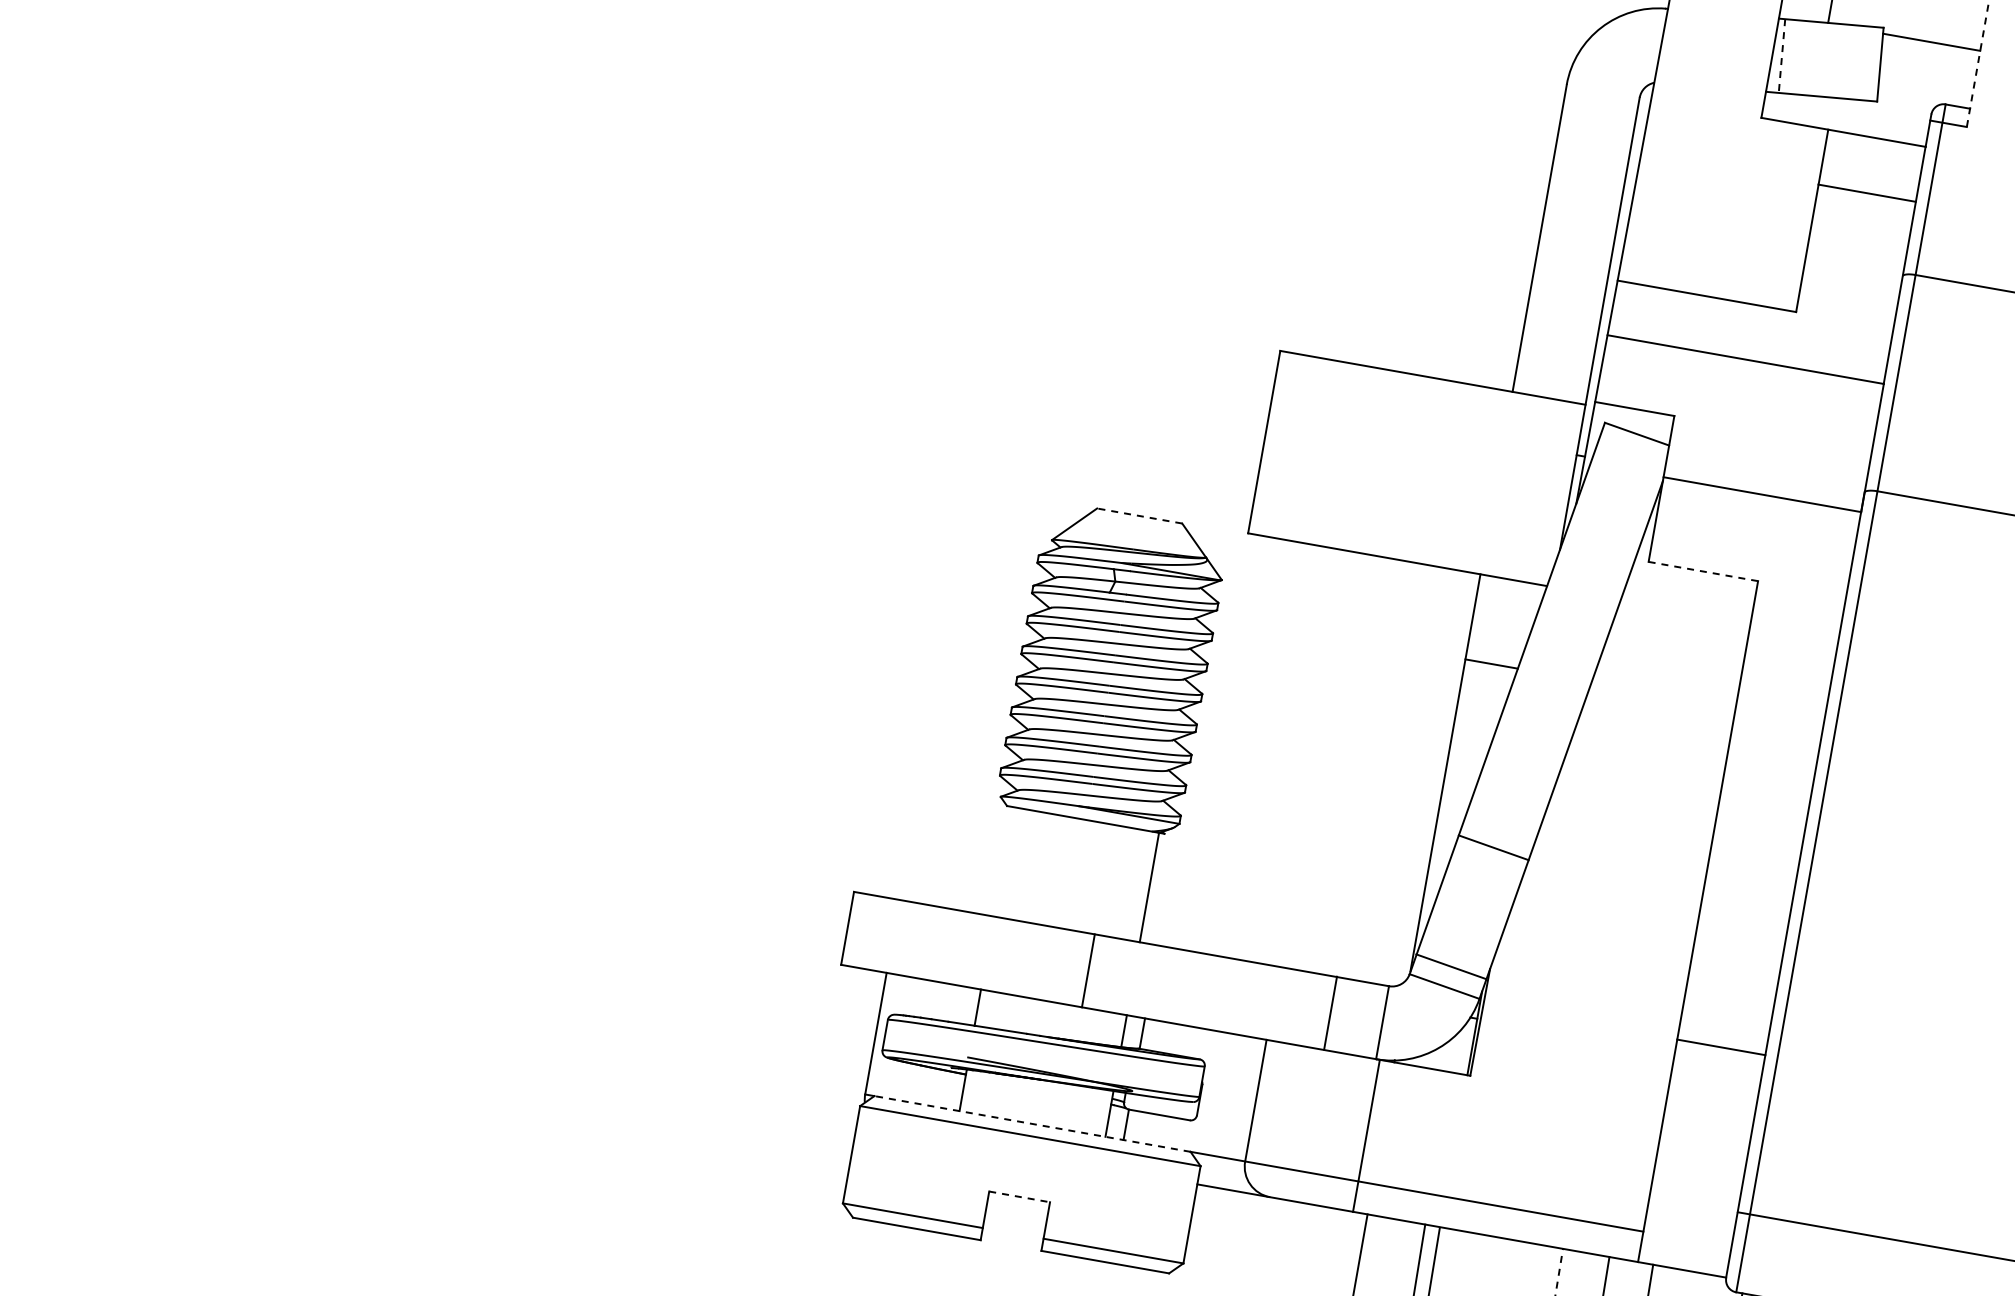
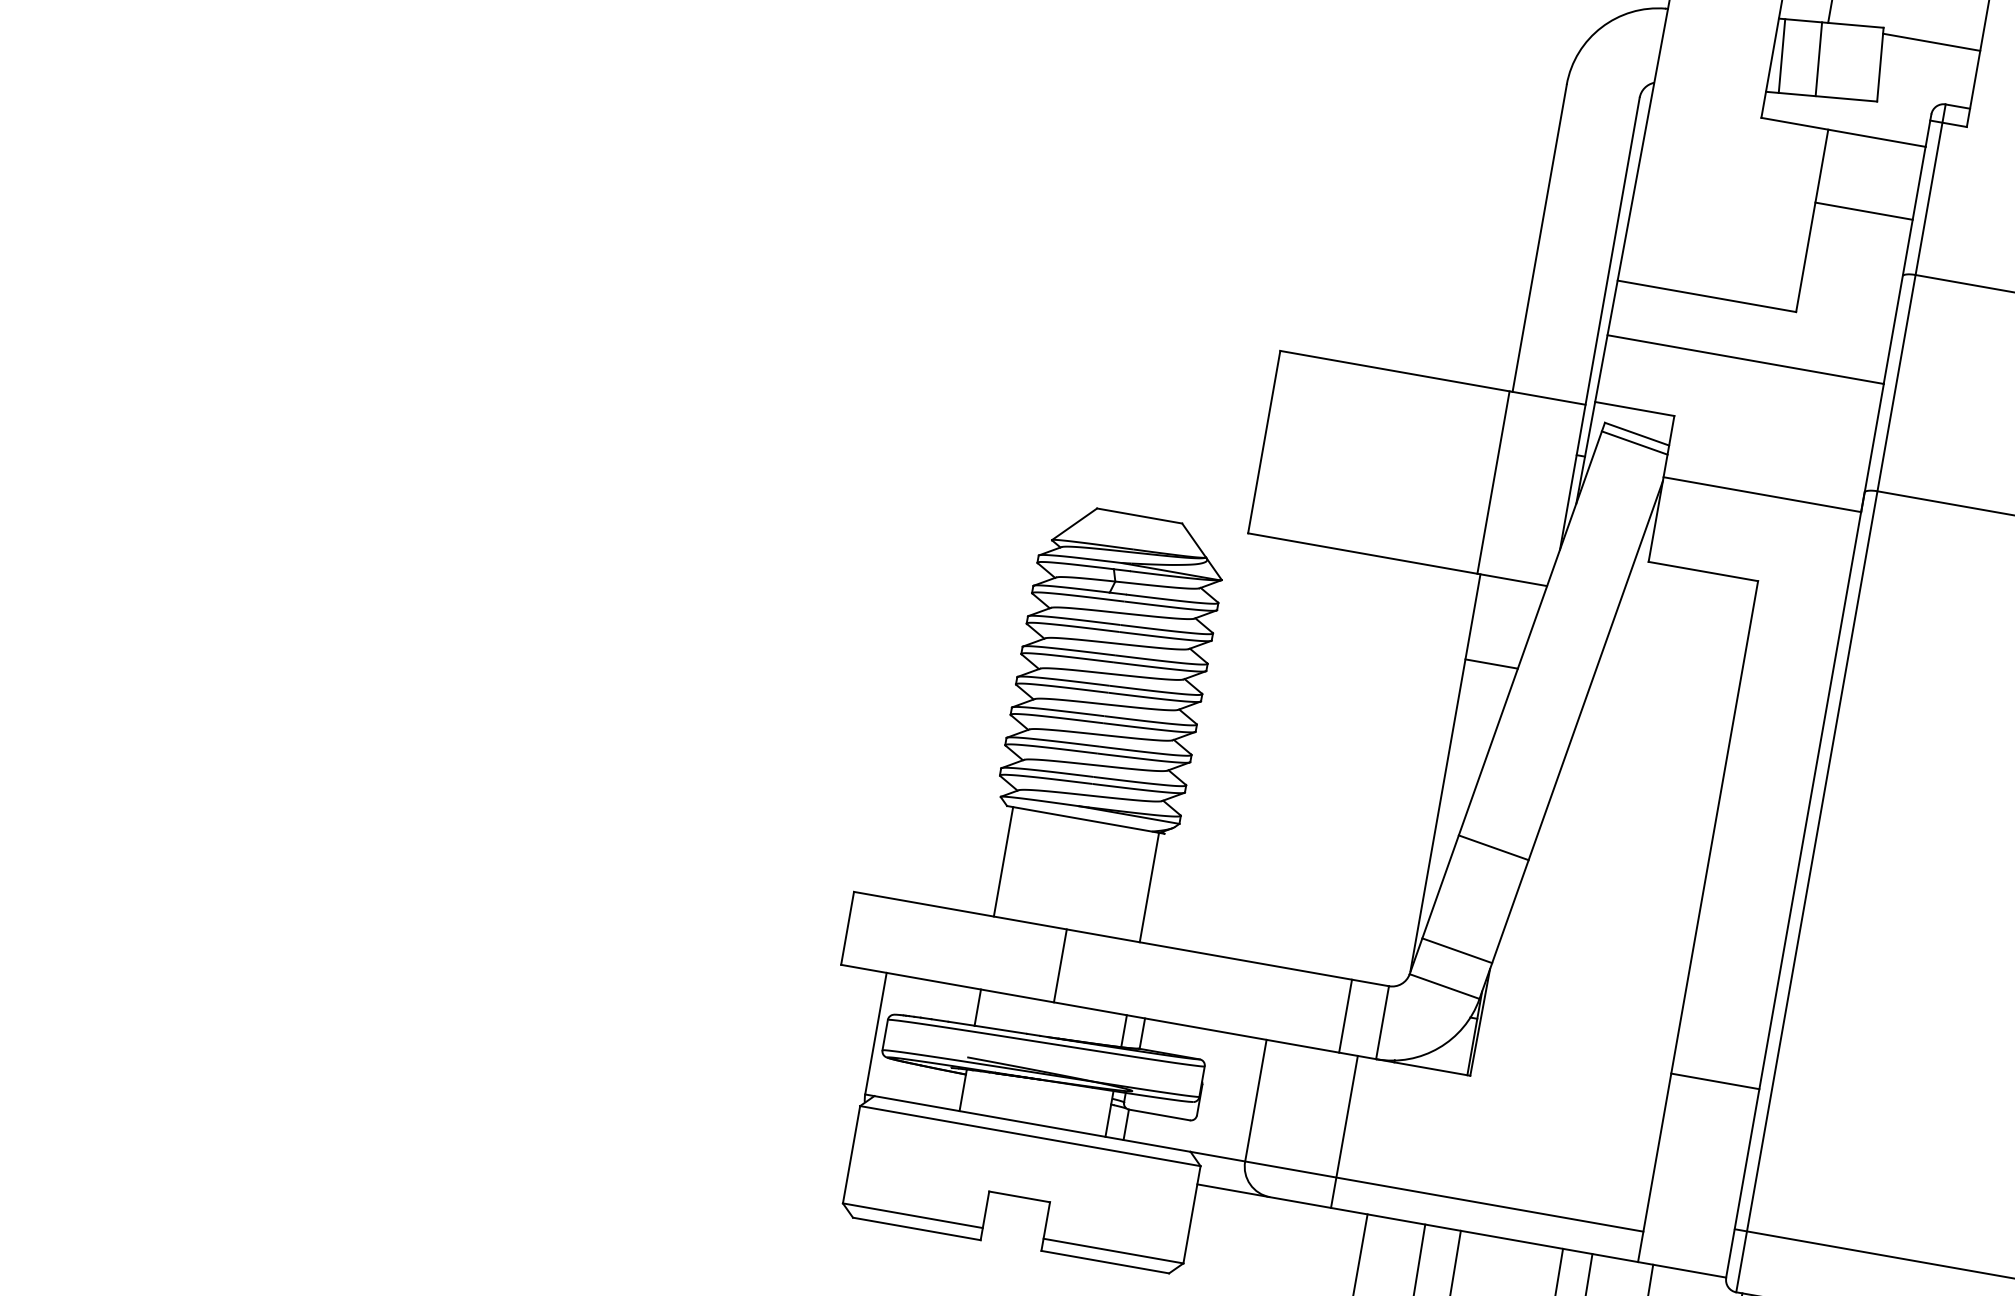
line at (1781, 56): dashed -> solid
line at (1818, 59): none -> present
line at (1978, 63): dashed -> solid
line at (1866, 192) position: (1866, 192) -> (1863, 210)
line at (1634, 442): none -> present
line at (1493, 482): none -> present
line at (1139, 515): dashed -> solid
line at (1703, 571): dashed -> solid
line at (1003, 861): none -> present
line at (1451, 966) position: (1451, 966) -> (1457, 950)
line at (1087, 970) position: (1087, 970) -> (1059, 965)
line at (1330, 1012) position: (1330, 1012) -> (1345, 1015)
line at (1721, 1047) position: (1721, 1047) -> (1715, 1081)
line at (1032, 1123): dashed -> solid
line at (1366, 1135) position: (1366, 1135) -> (1344, 1131)
line at (1019, 1196): dashed -> solid
line at (1874, 1236) position: (1874, 1236) -> (1872, 1253)
line at (1434, 1259) position: (1434, 1259) -> (1455, 1261)
line at (1559, 1271): dashed -> solid
line at (1606, 1274) position: (1606, 1274) -> (1589, 1273)
